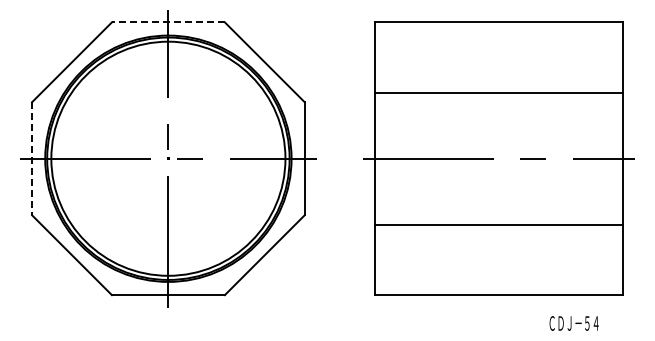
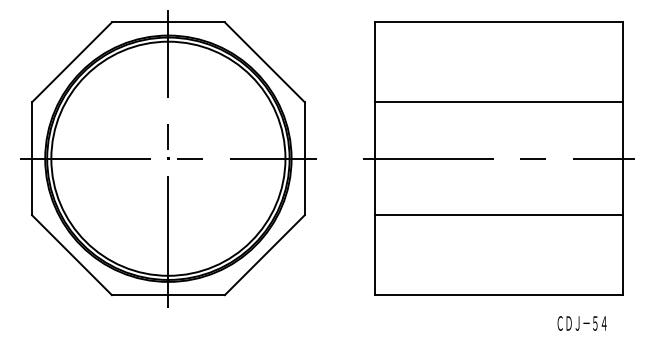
line at (167, 22): dashed -> solid
line at (498, 93) position: (498, 93) -> (498, 102)
line at (32, 159): dashed -> solid
line at (498, 225) position: (498, 225) -> (498, 215)
text at (573, 323) position: (573, 323) -> (581, 323)
